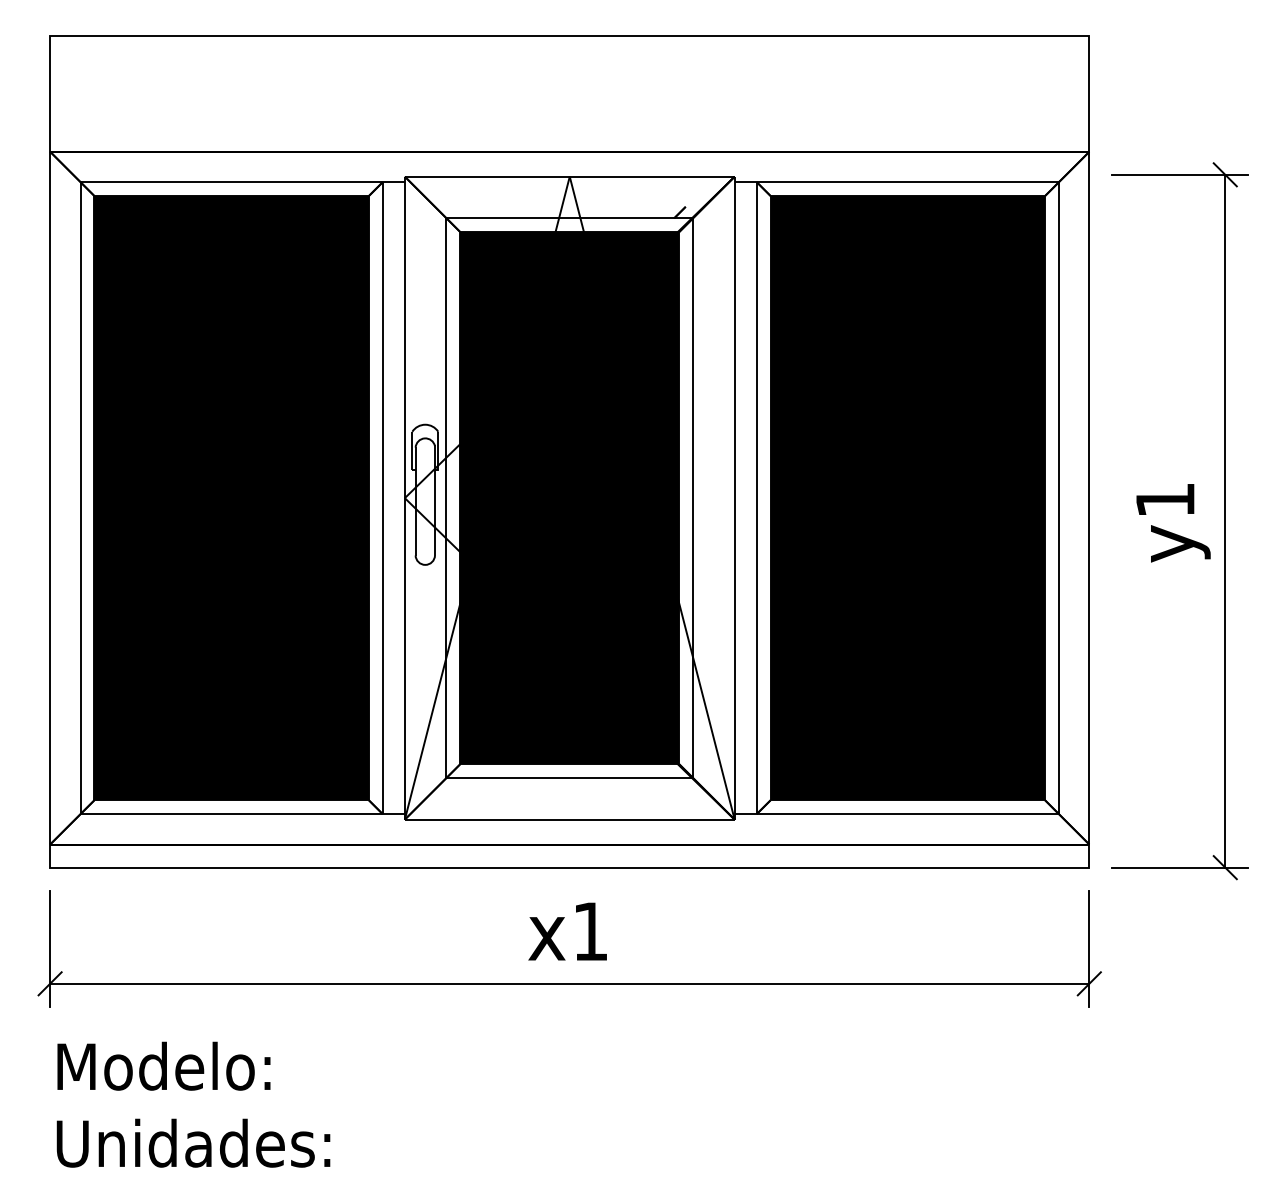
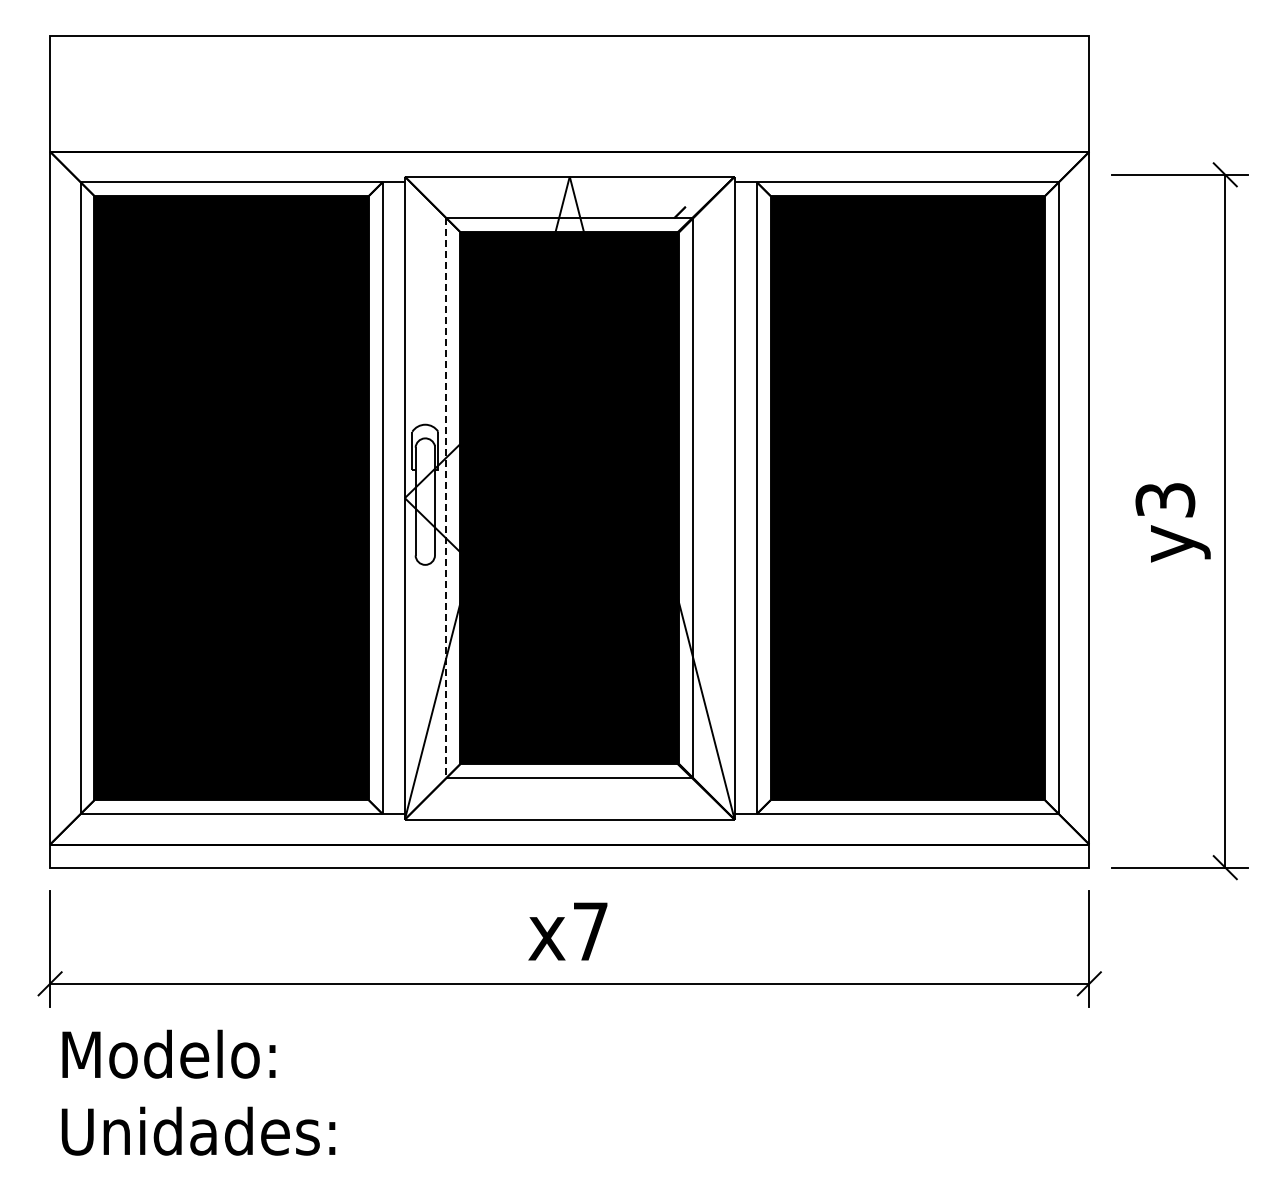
line at (446, 498): solid -> dashed
text at (1165, 500): y1 -> y3
text at (590, 931): x1 -> x7
text at (193, 1104) position: (193, 1104) -> (198, 1092)
